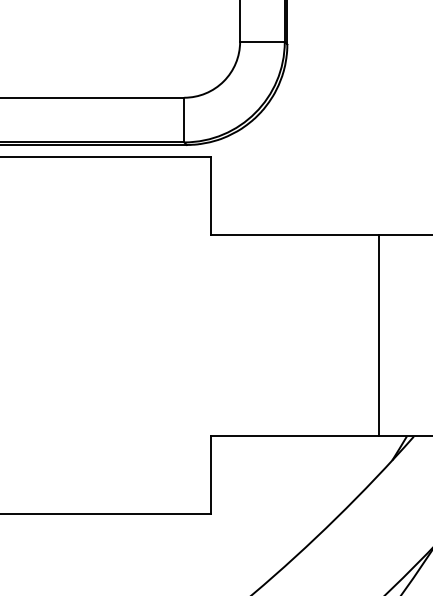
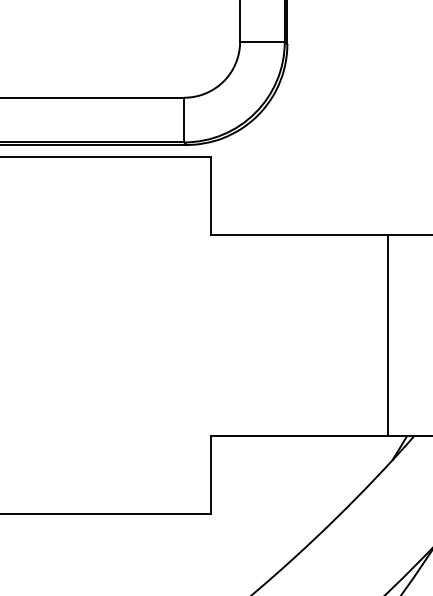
line at (378, 335) position: (378, 335) -> (387, 335)
